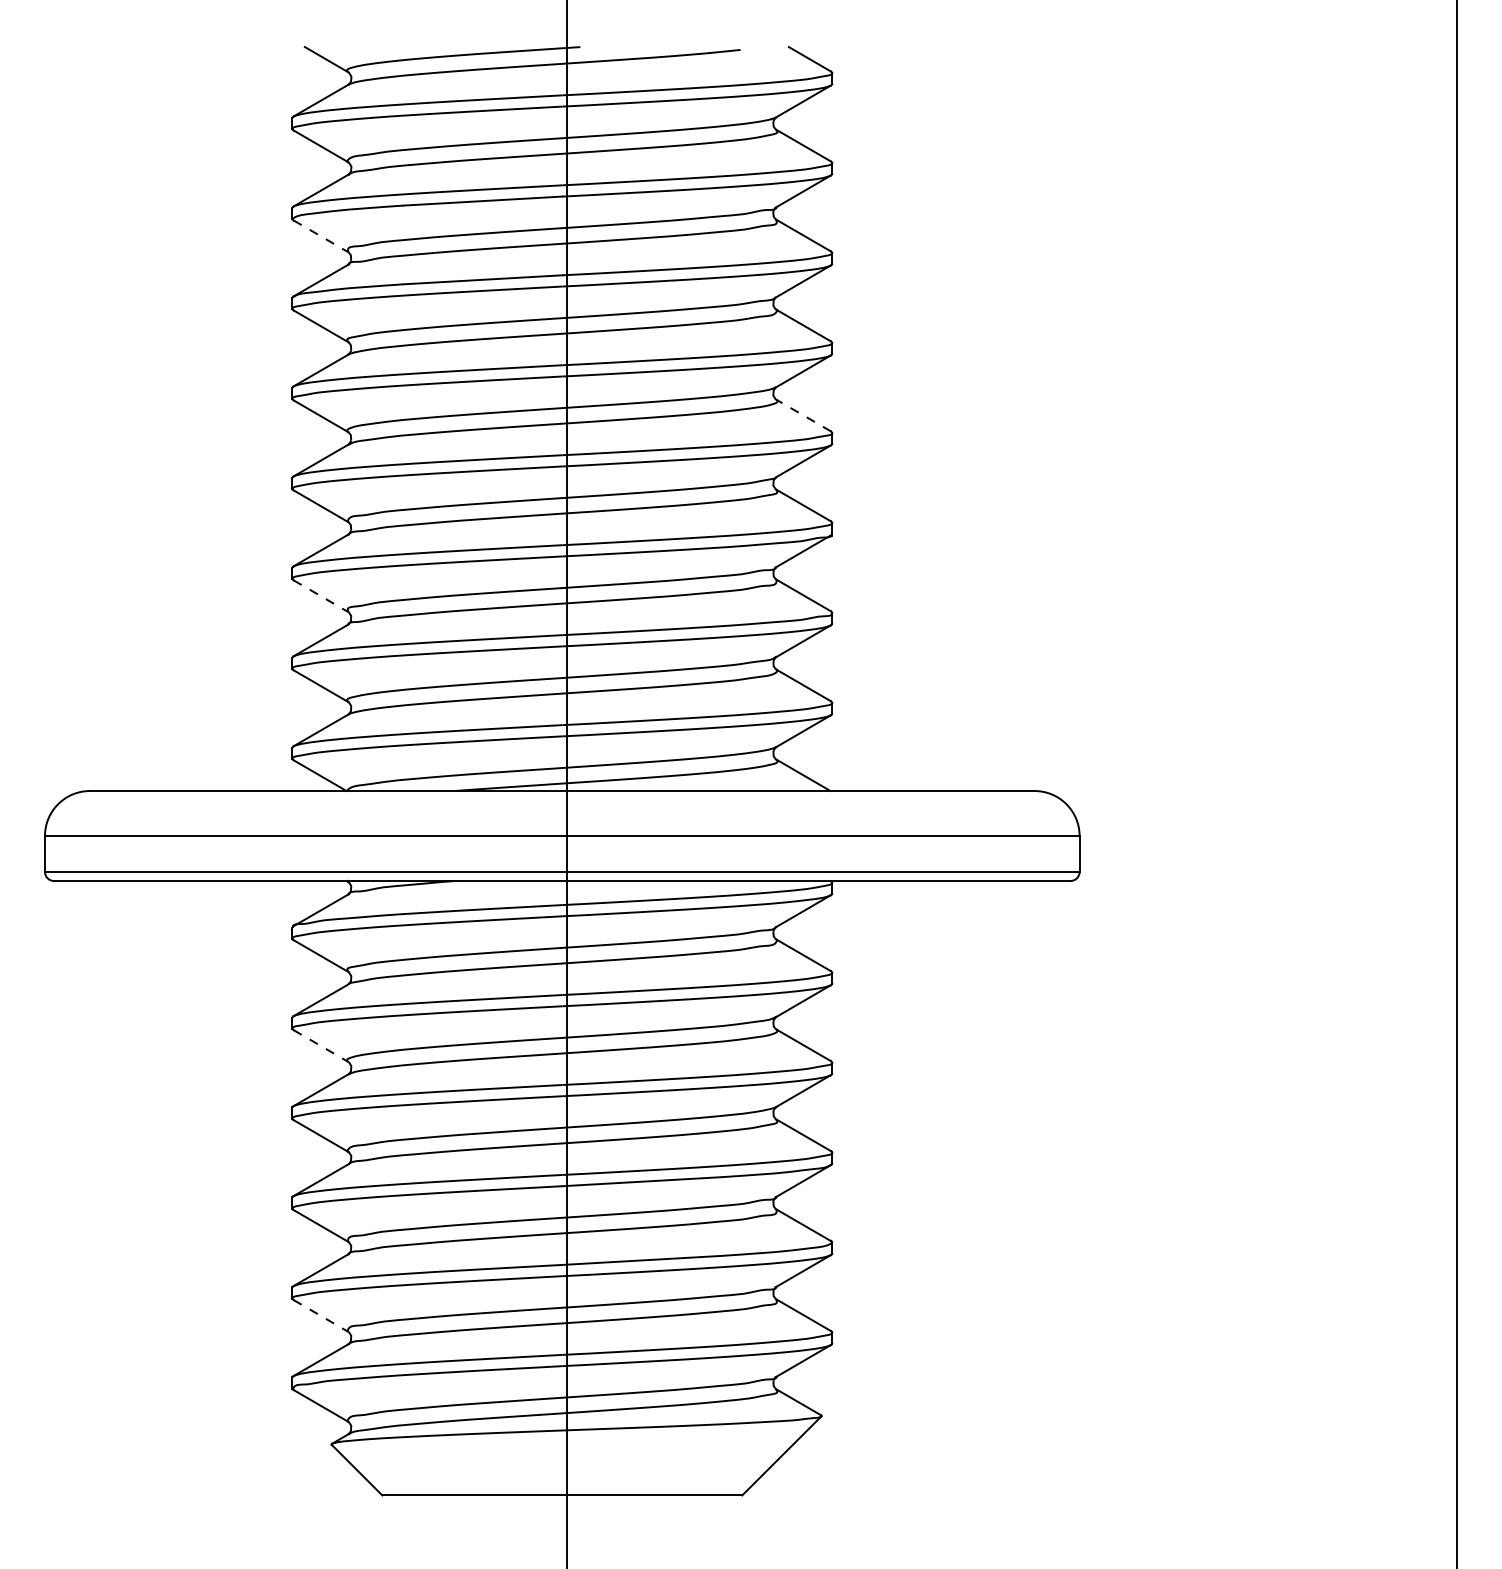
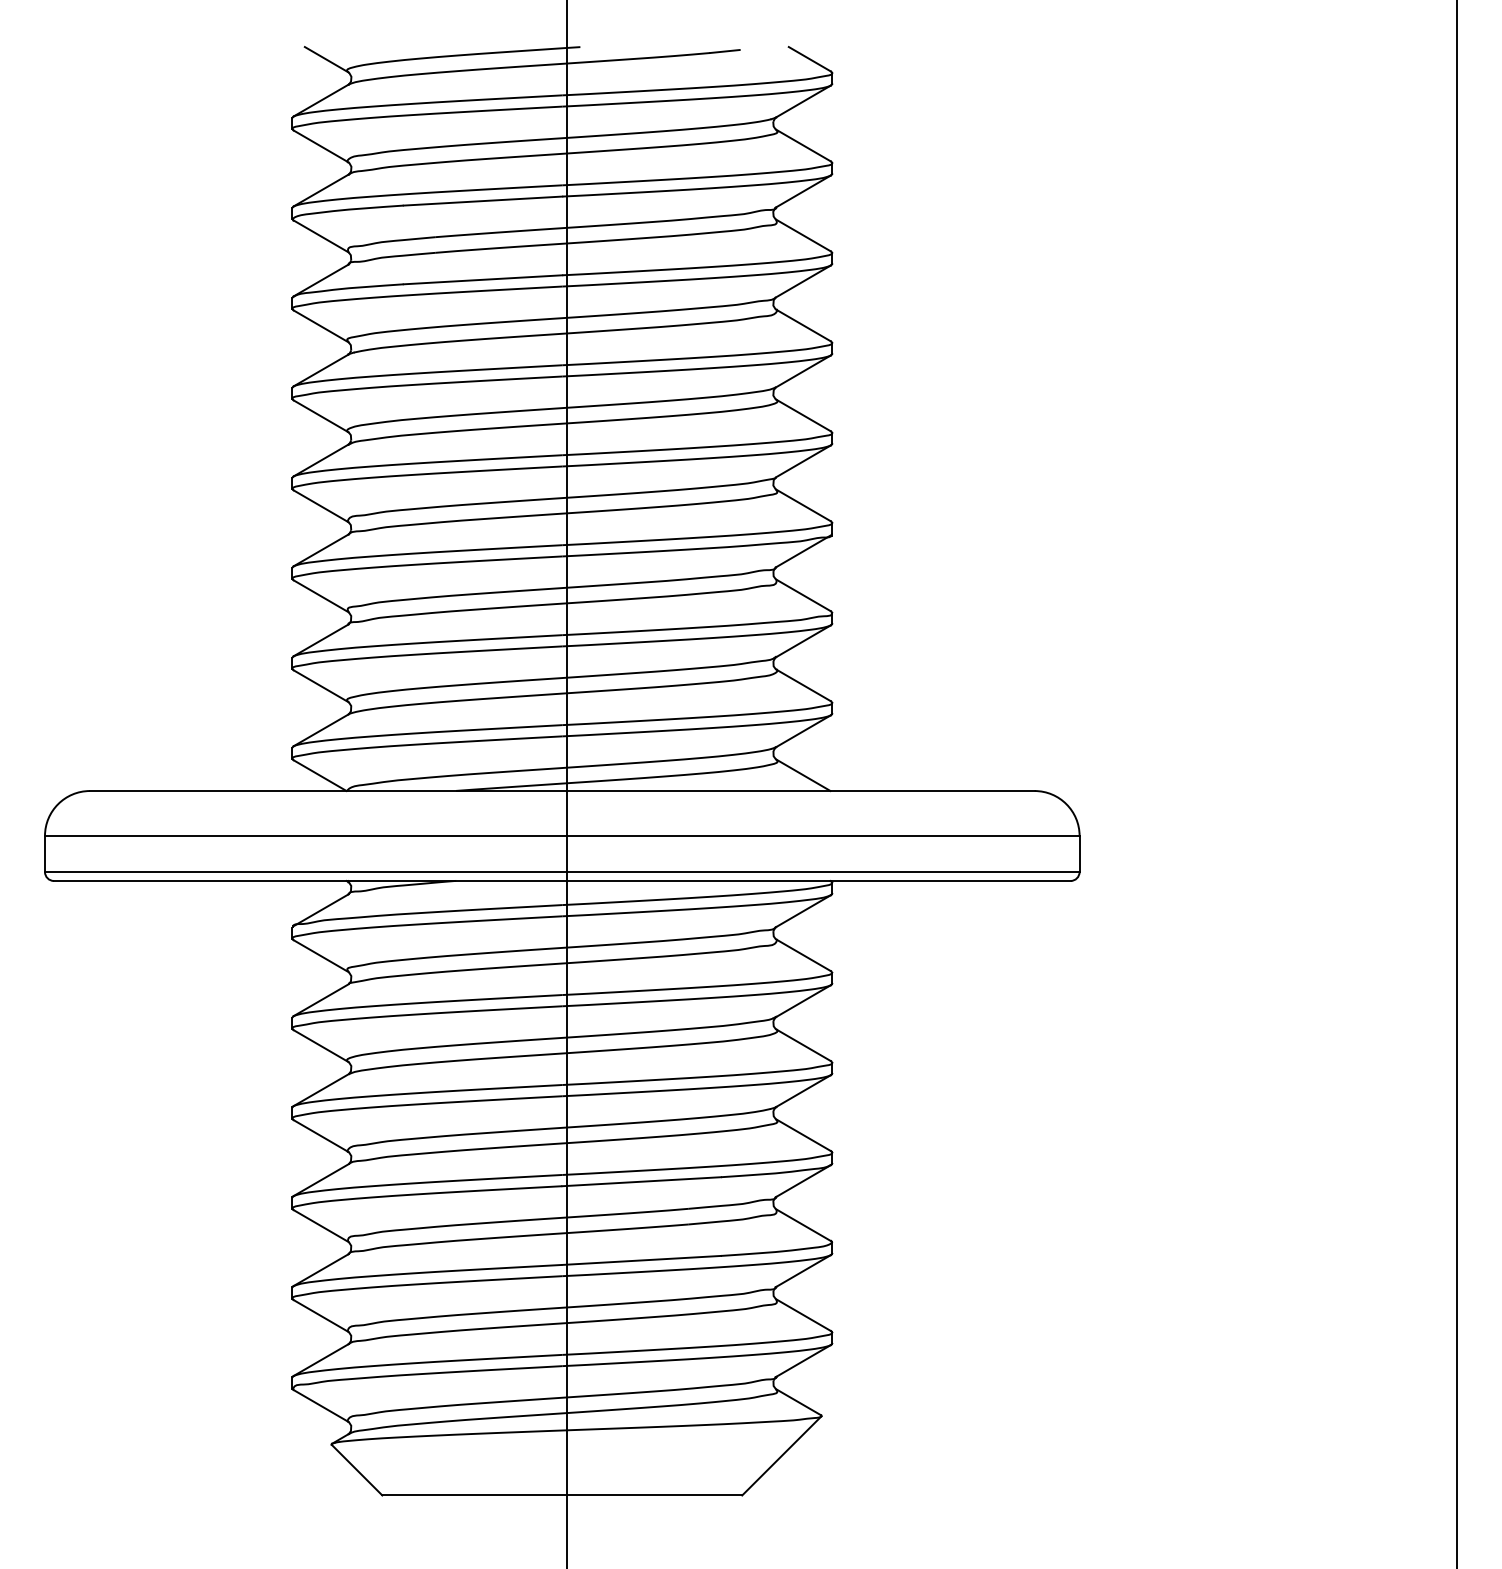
line at (321, 236): dashed -> solid
line at (803, 415): dashed -> solid
line at (321, 596): dashed -> solid
line at (321, 1046): dashed -> solid
line at (321, 1315): dashed -> solid
